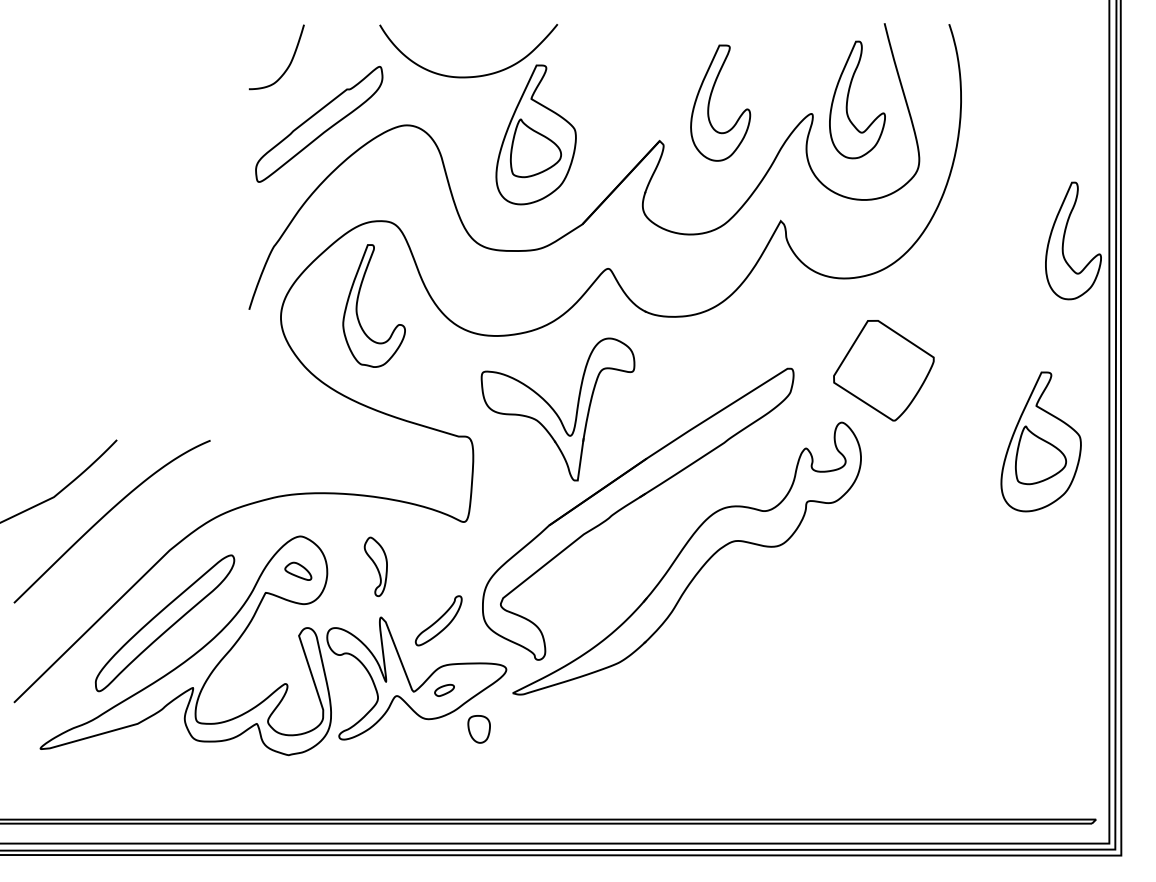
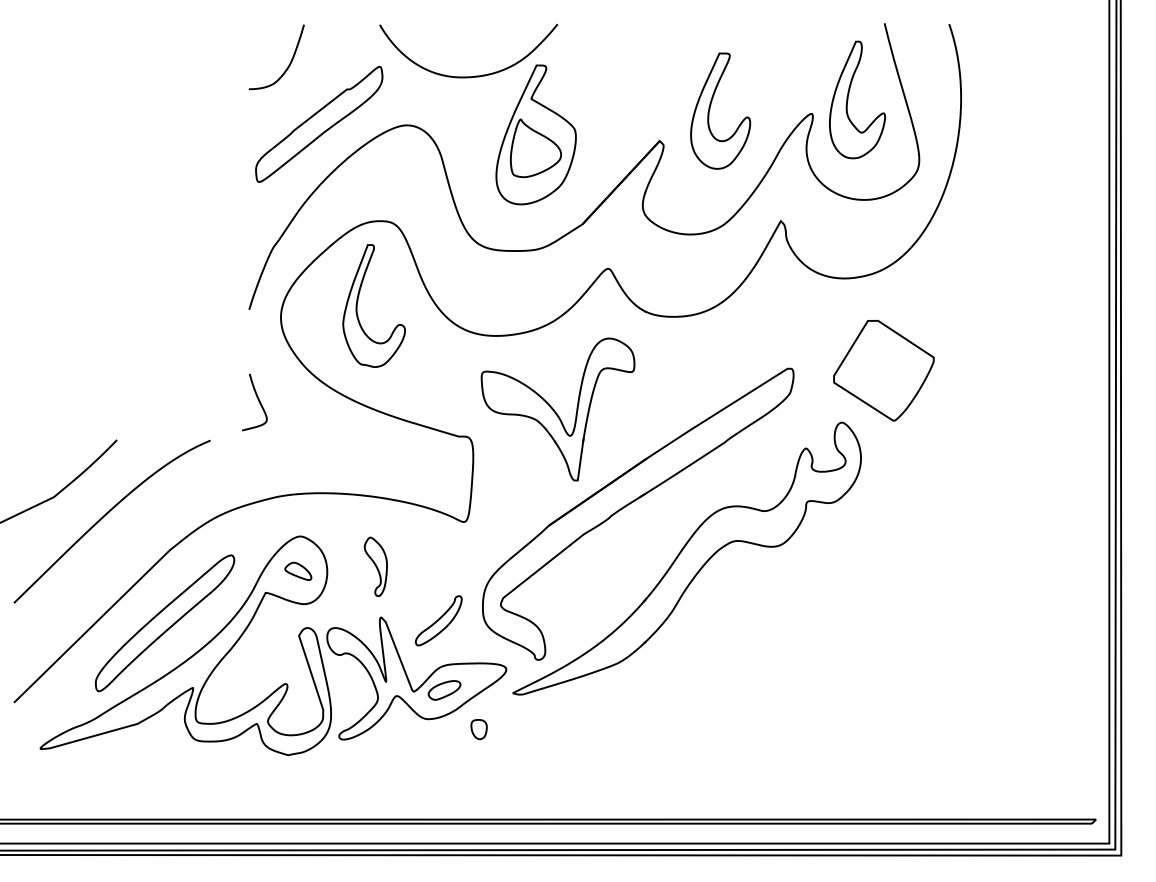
part at (710, 101) position: (710, 101) -> (710, 109)
part at (1064, 240): present -> none
curve at (258, 401): none -> present
part at (1040, 441): present -> none
part at (444, 689) size: 21x14 px -> 35x21 px
part at (478, 729) size: 24x29 px -> 18x22 px
